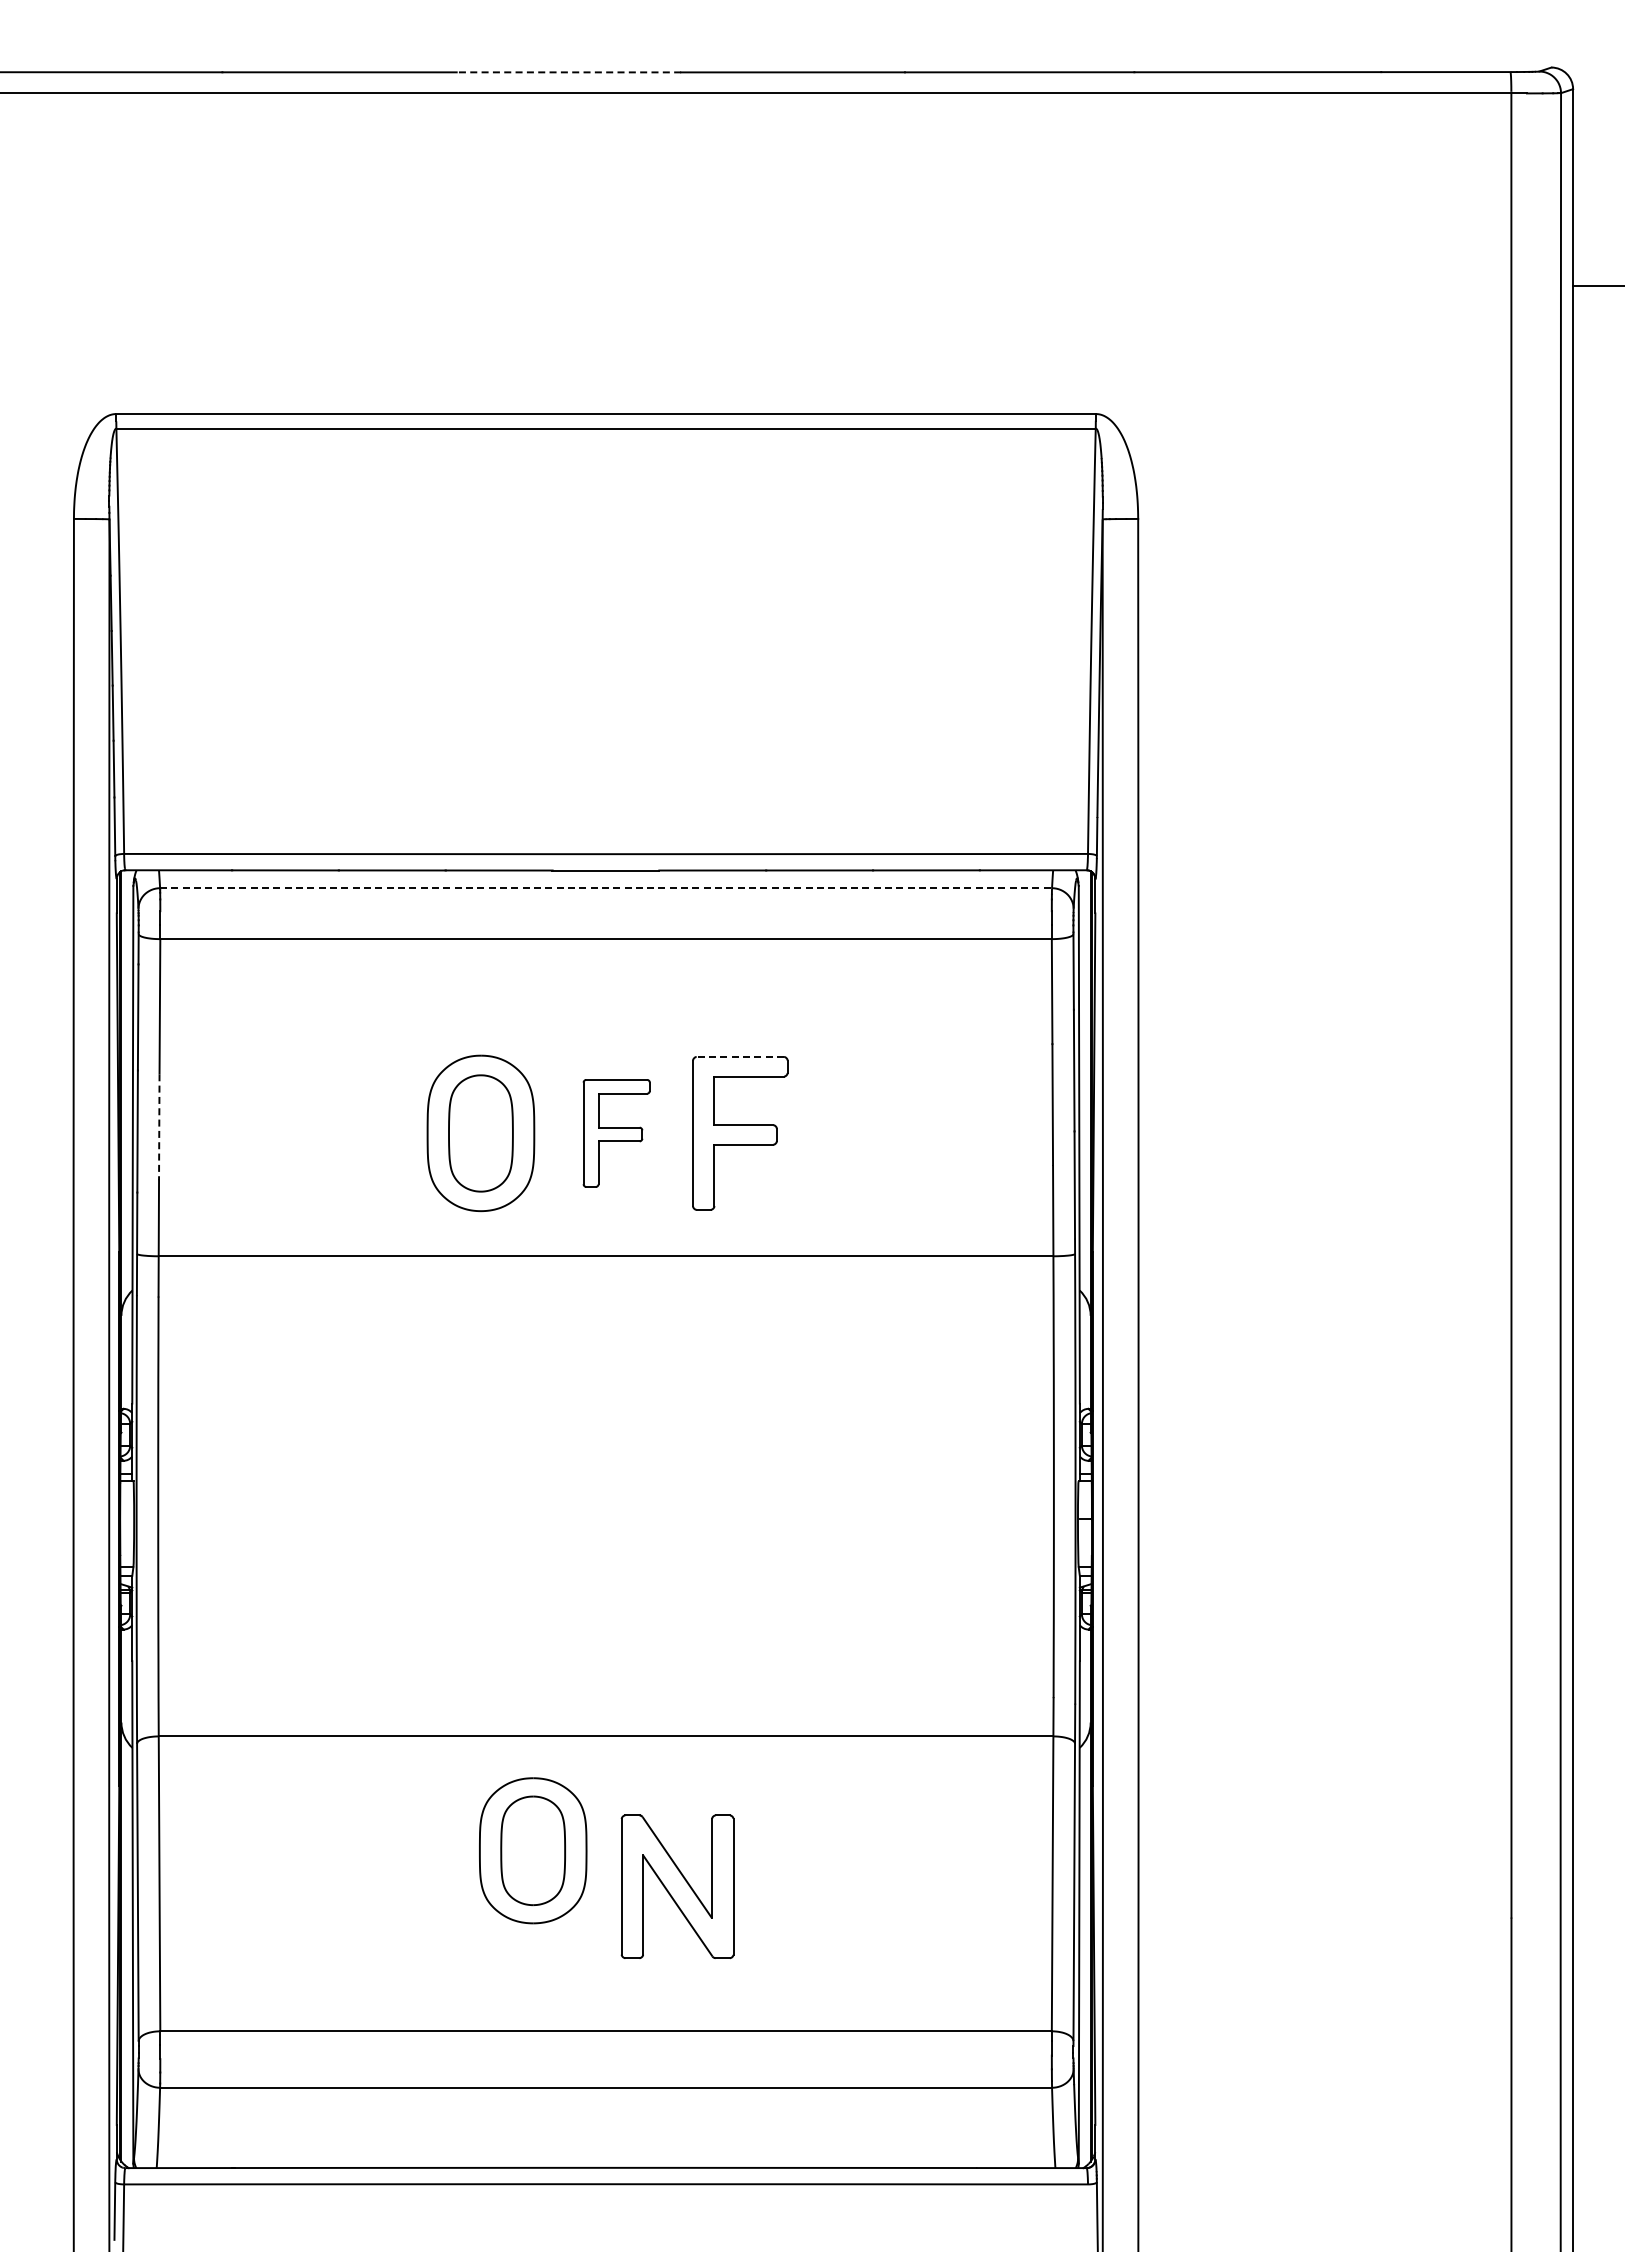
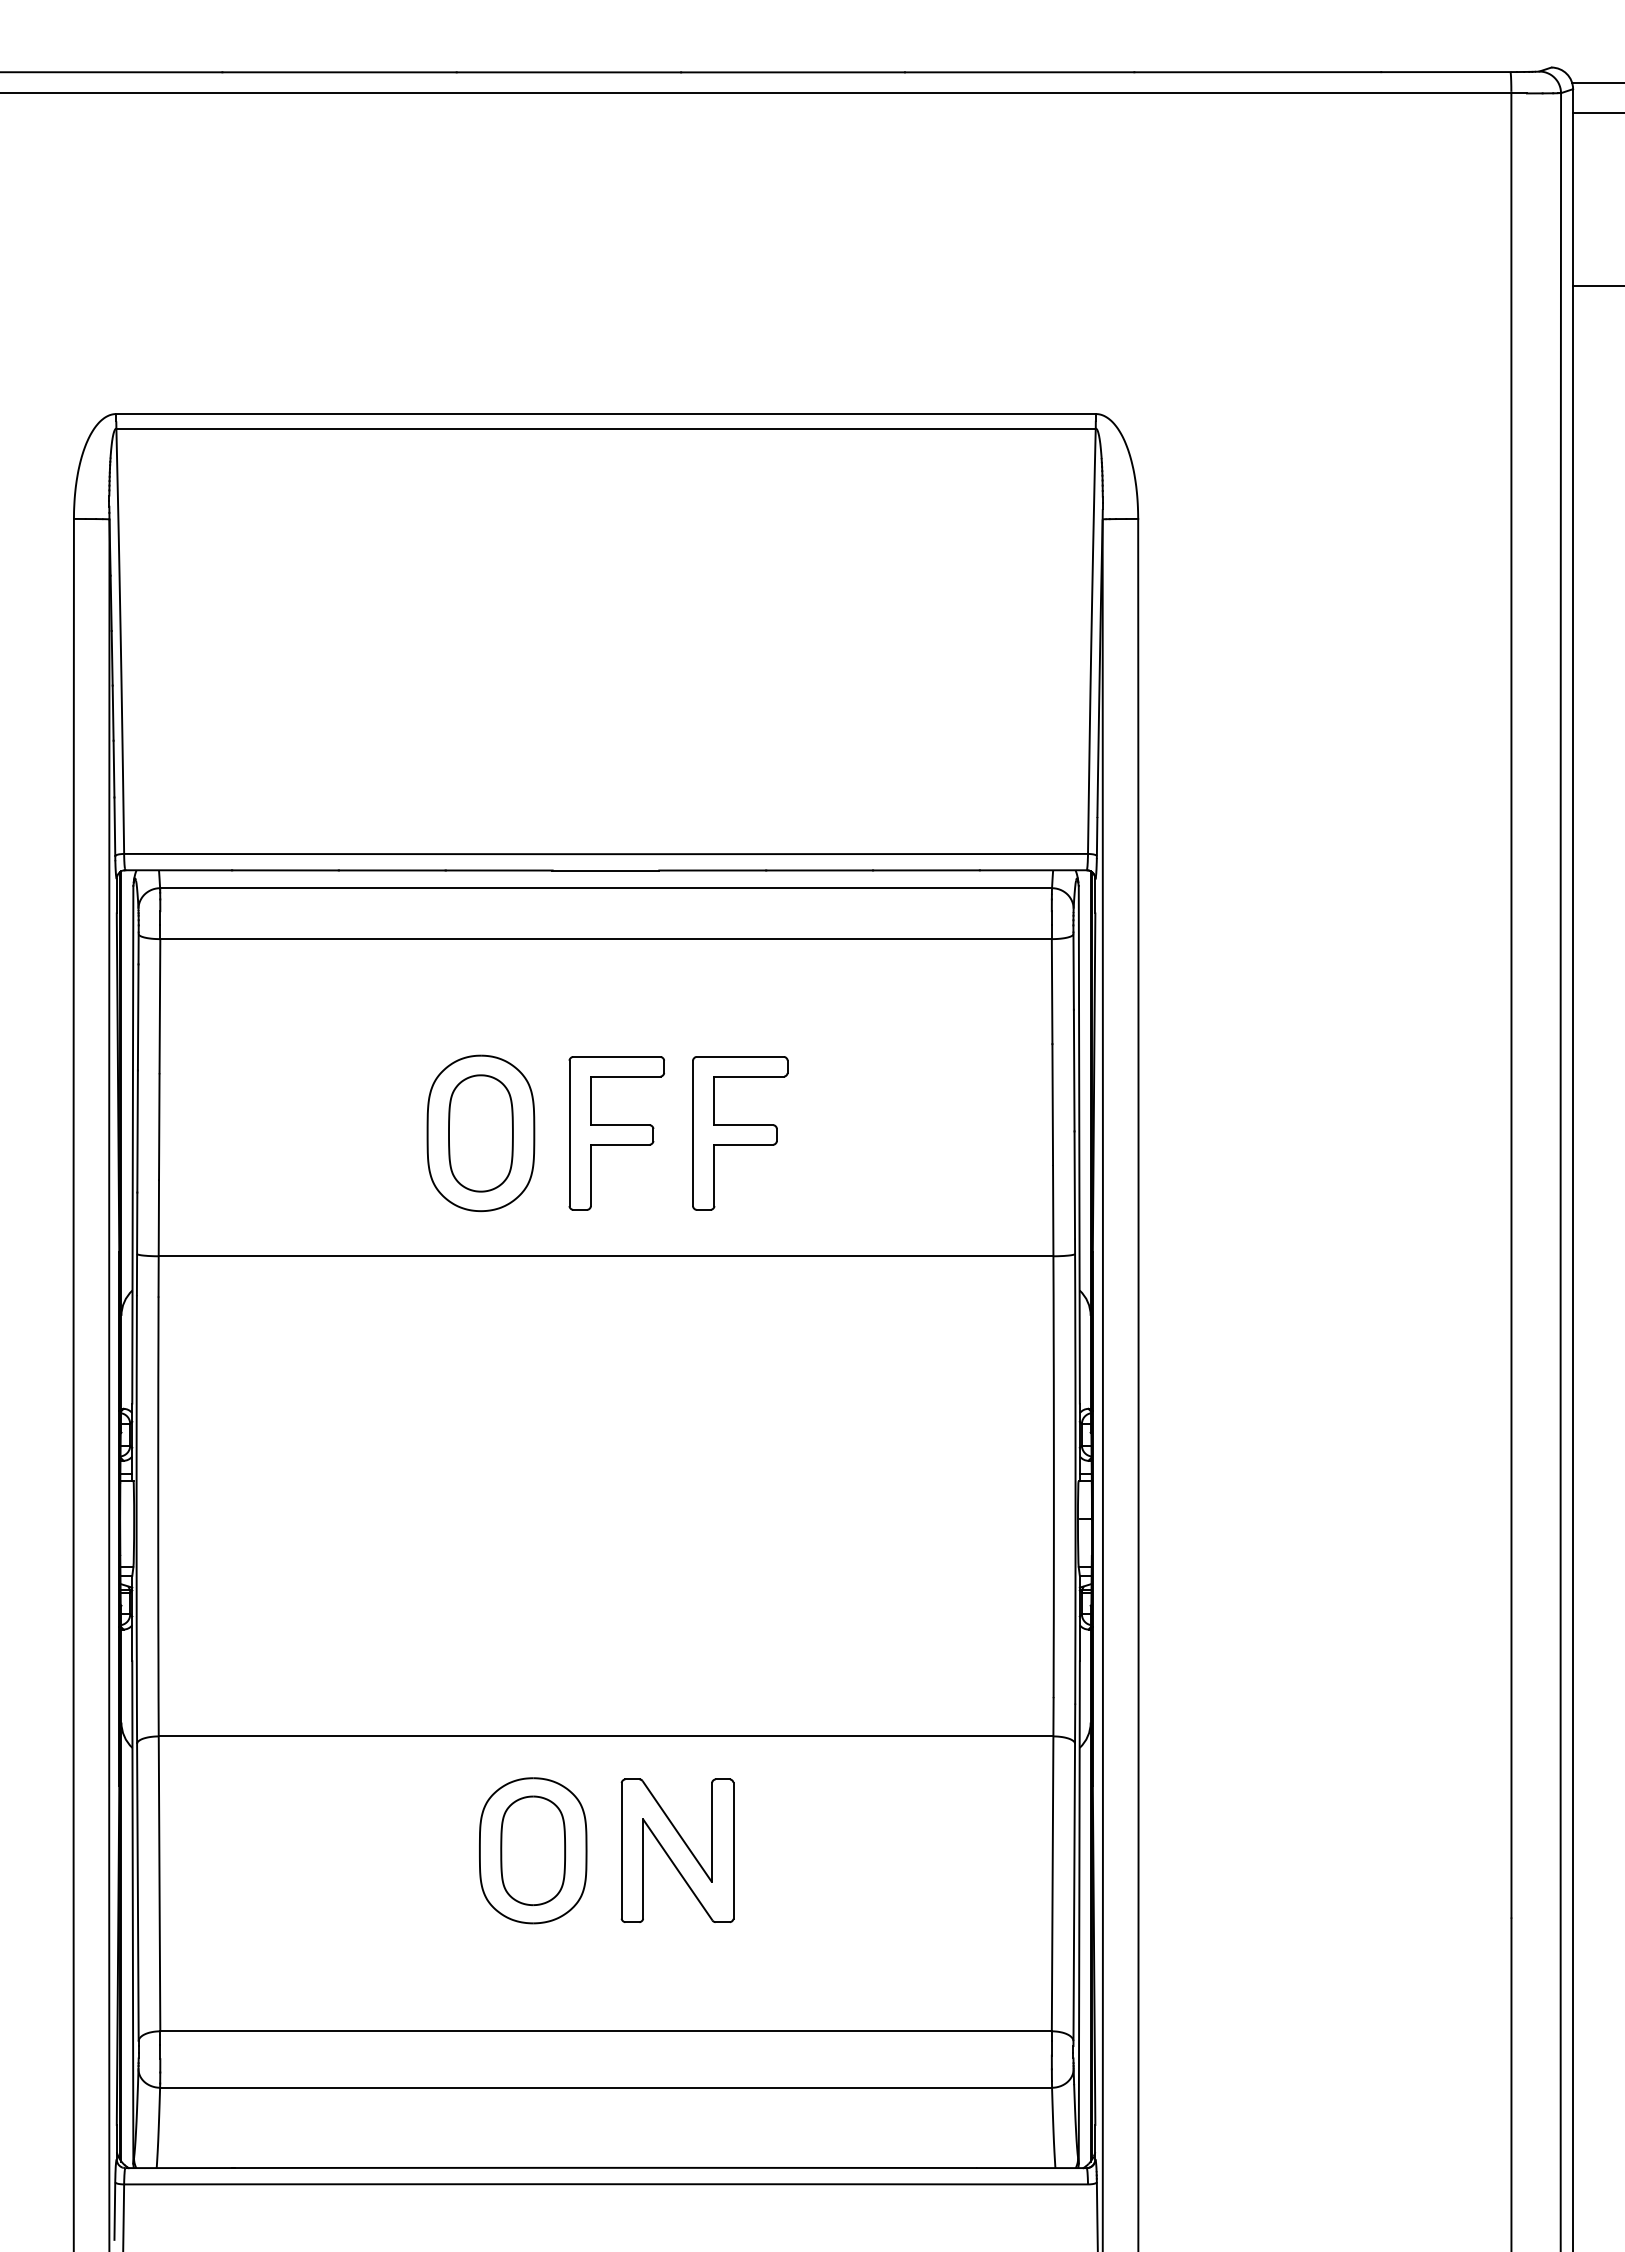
line at (568, 72): dashed -> solid
line at (1596, 83): none -> present
line at (1597, 112): none -> present
line at (606, 888): dashed -> solid
line at (740, 1056): dashed -> solid
line at (159, 1127): dashed -> solid
part at (616, 1133) size: 69x109 px -> 97x155 px
part at (677, 1886) position: (677, 1886) -> (677, 1850)
